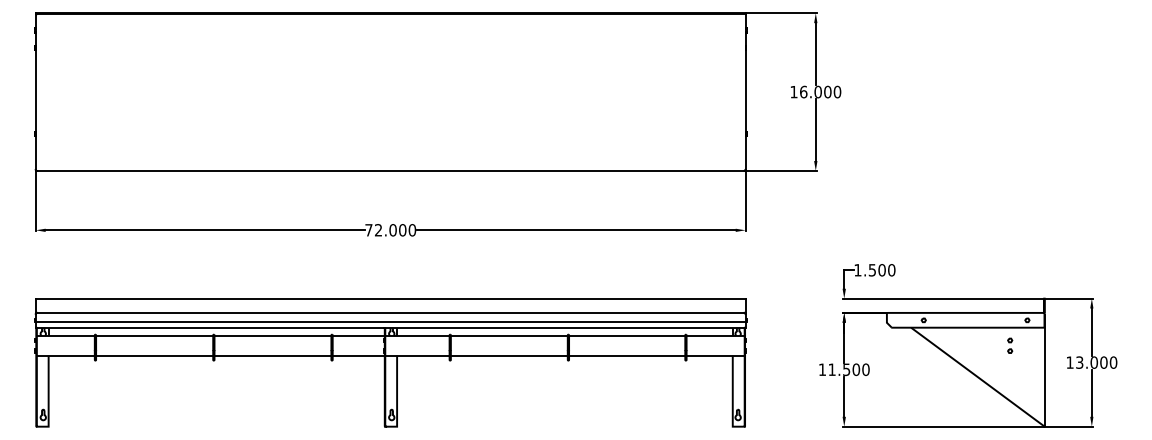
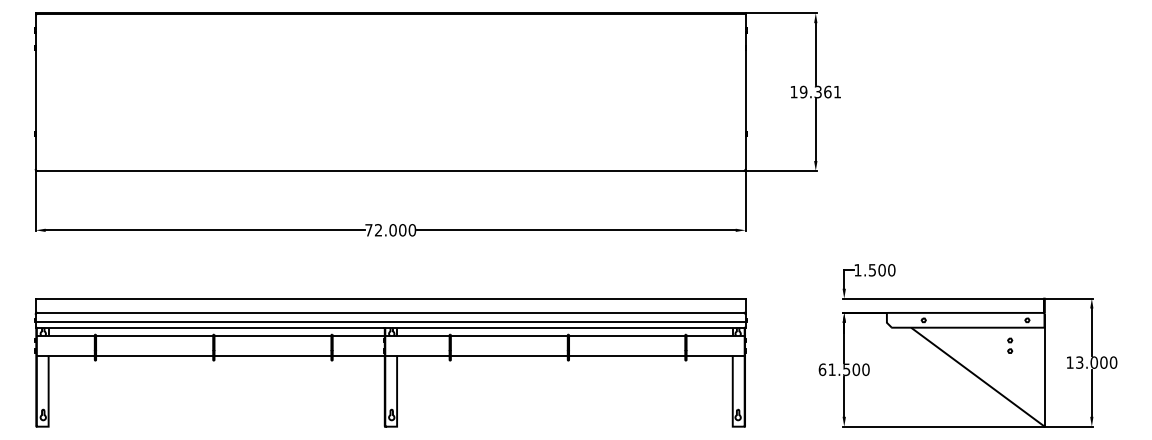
text at (820, 91): 16.000 -> 19.361
text at (822, 369): 11.500 -> 61.500
